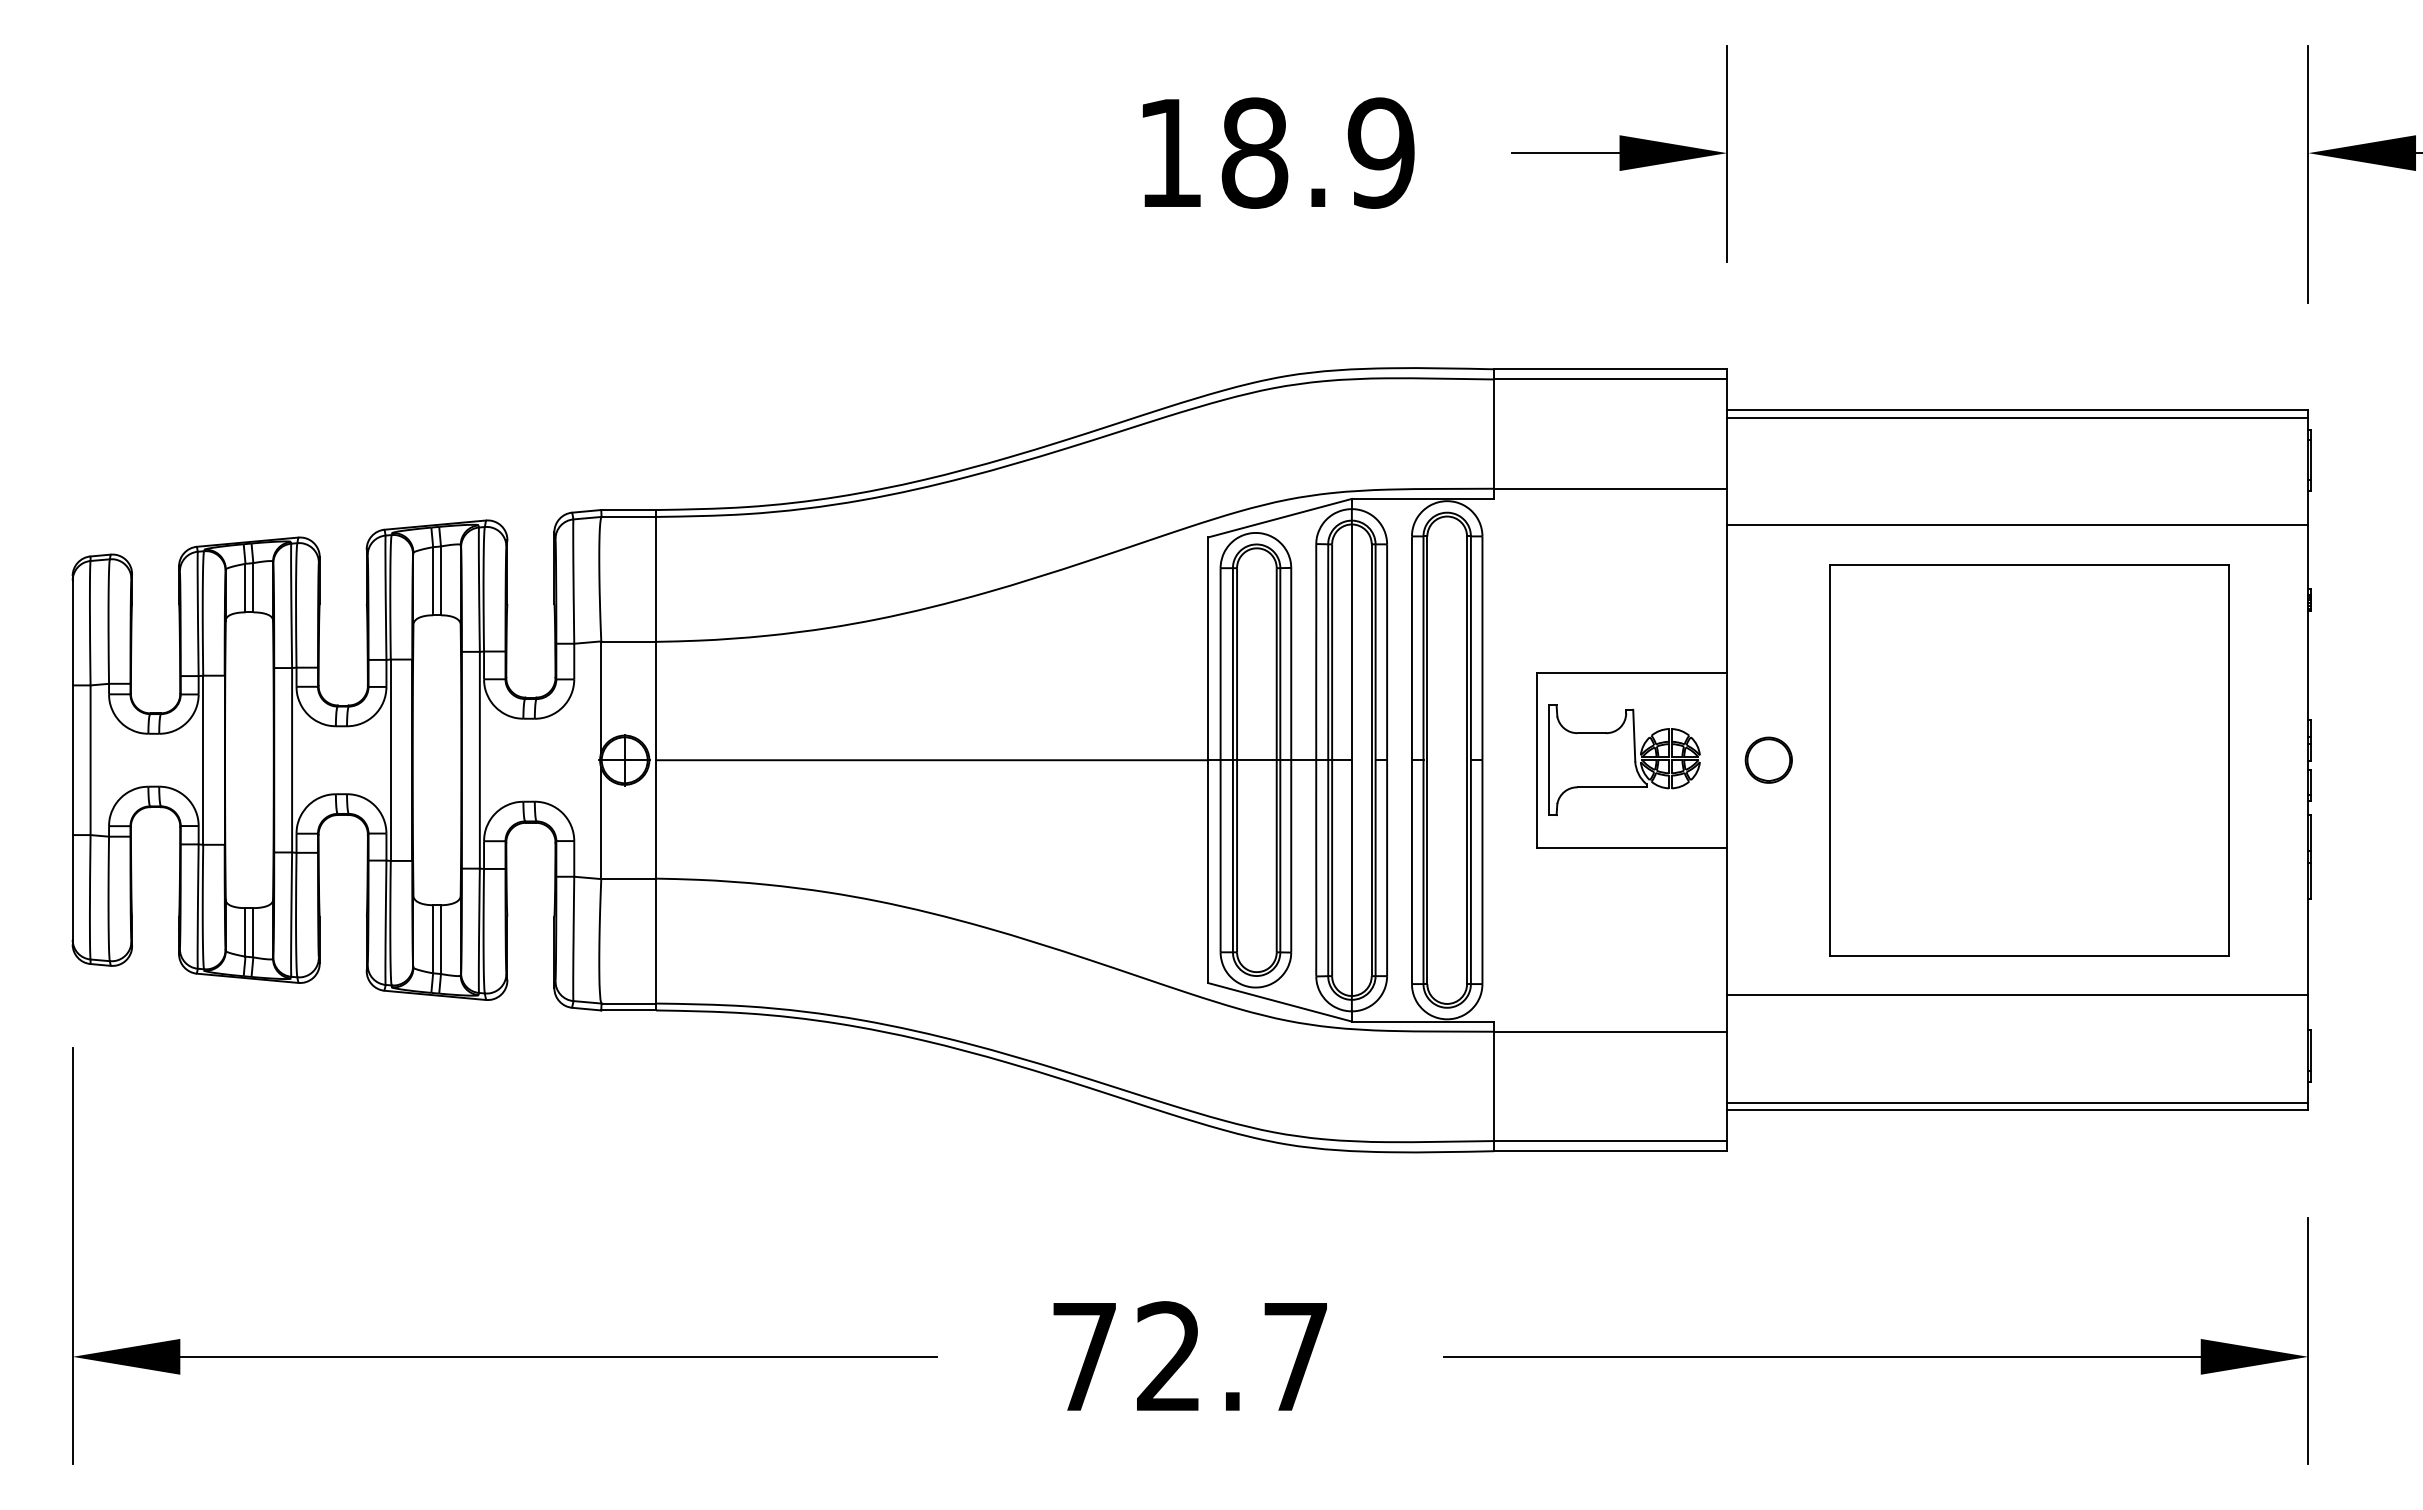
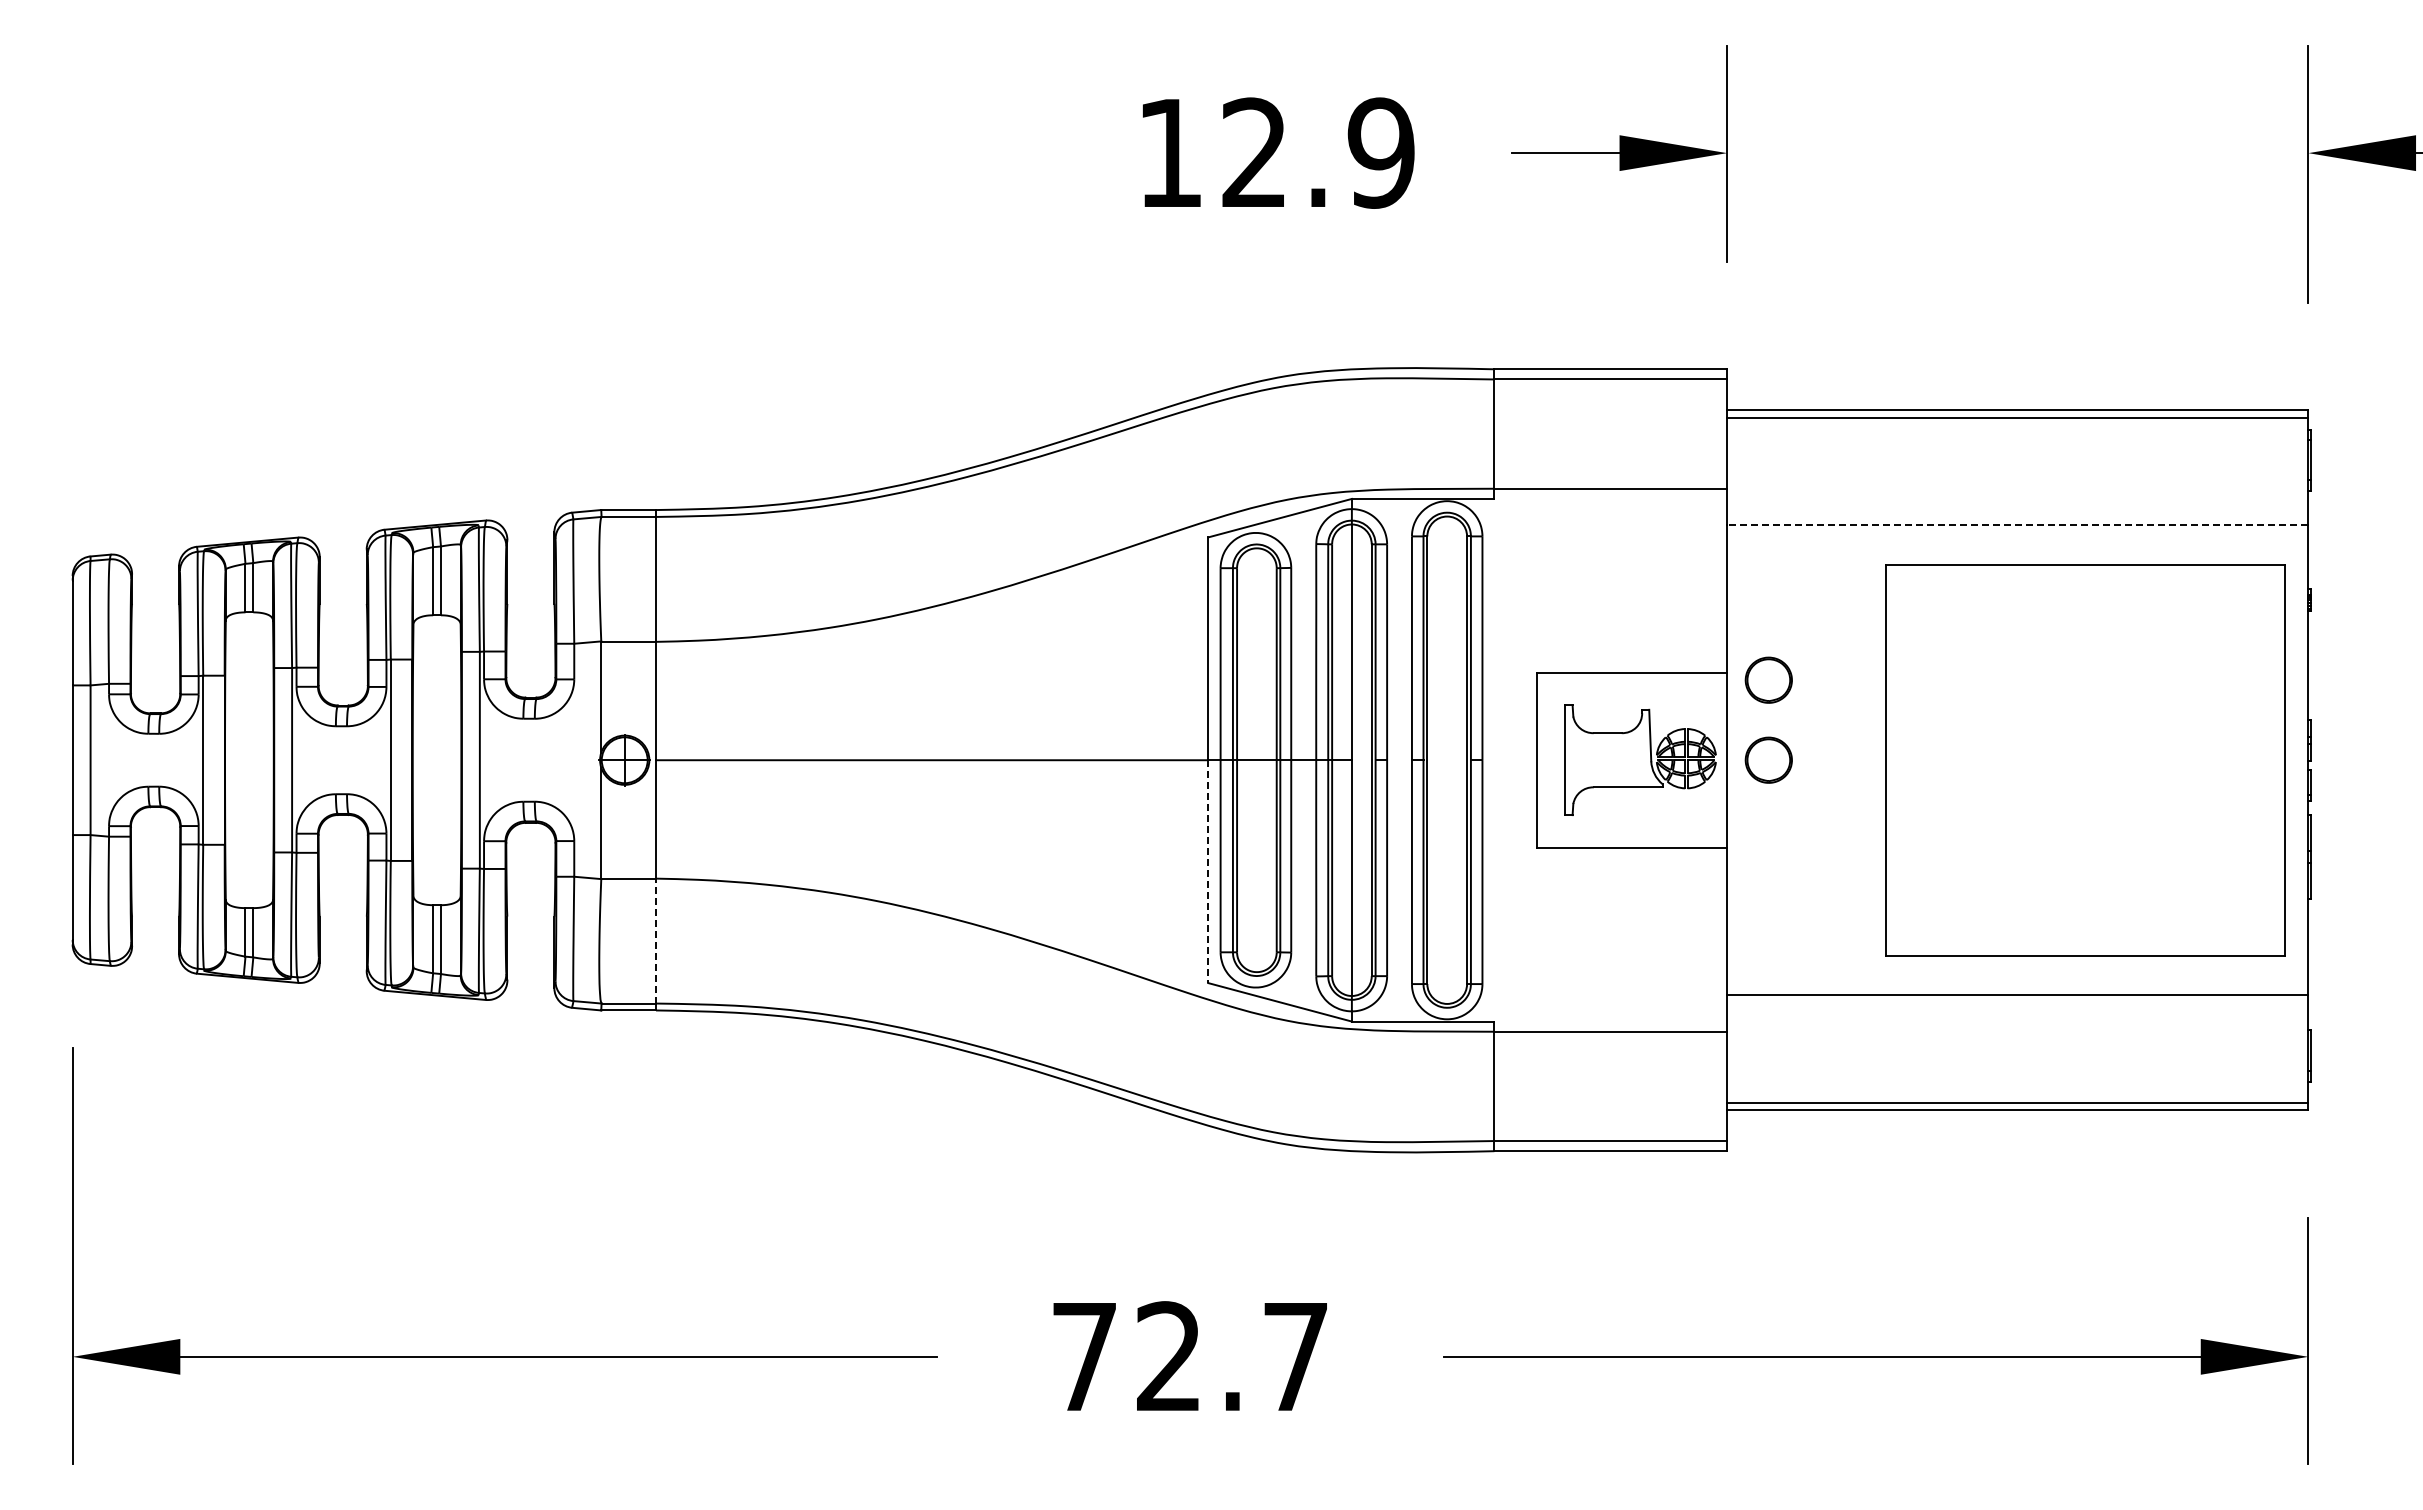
text at (1254, 152): 18.9 -> 12.9
line at (2017, 525): solid -> dashed
part at (1768, 679): none -> present
part at (1624, 759) position: (1624, 759) -> (1640, 759)
part at (2029, 760) position: (2029, 760) -> (2085, 760)
line at (1208, 872): solid -> dashed
line at (656, 940): solid -> dashed
